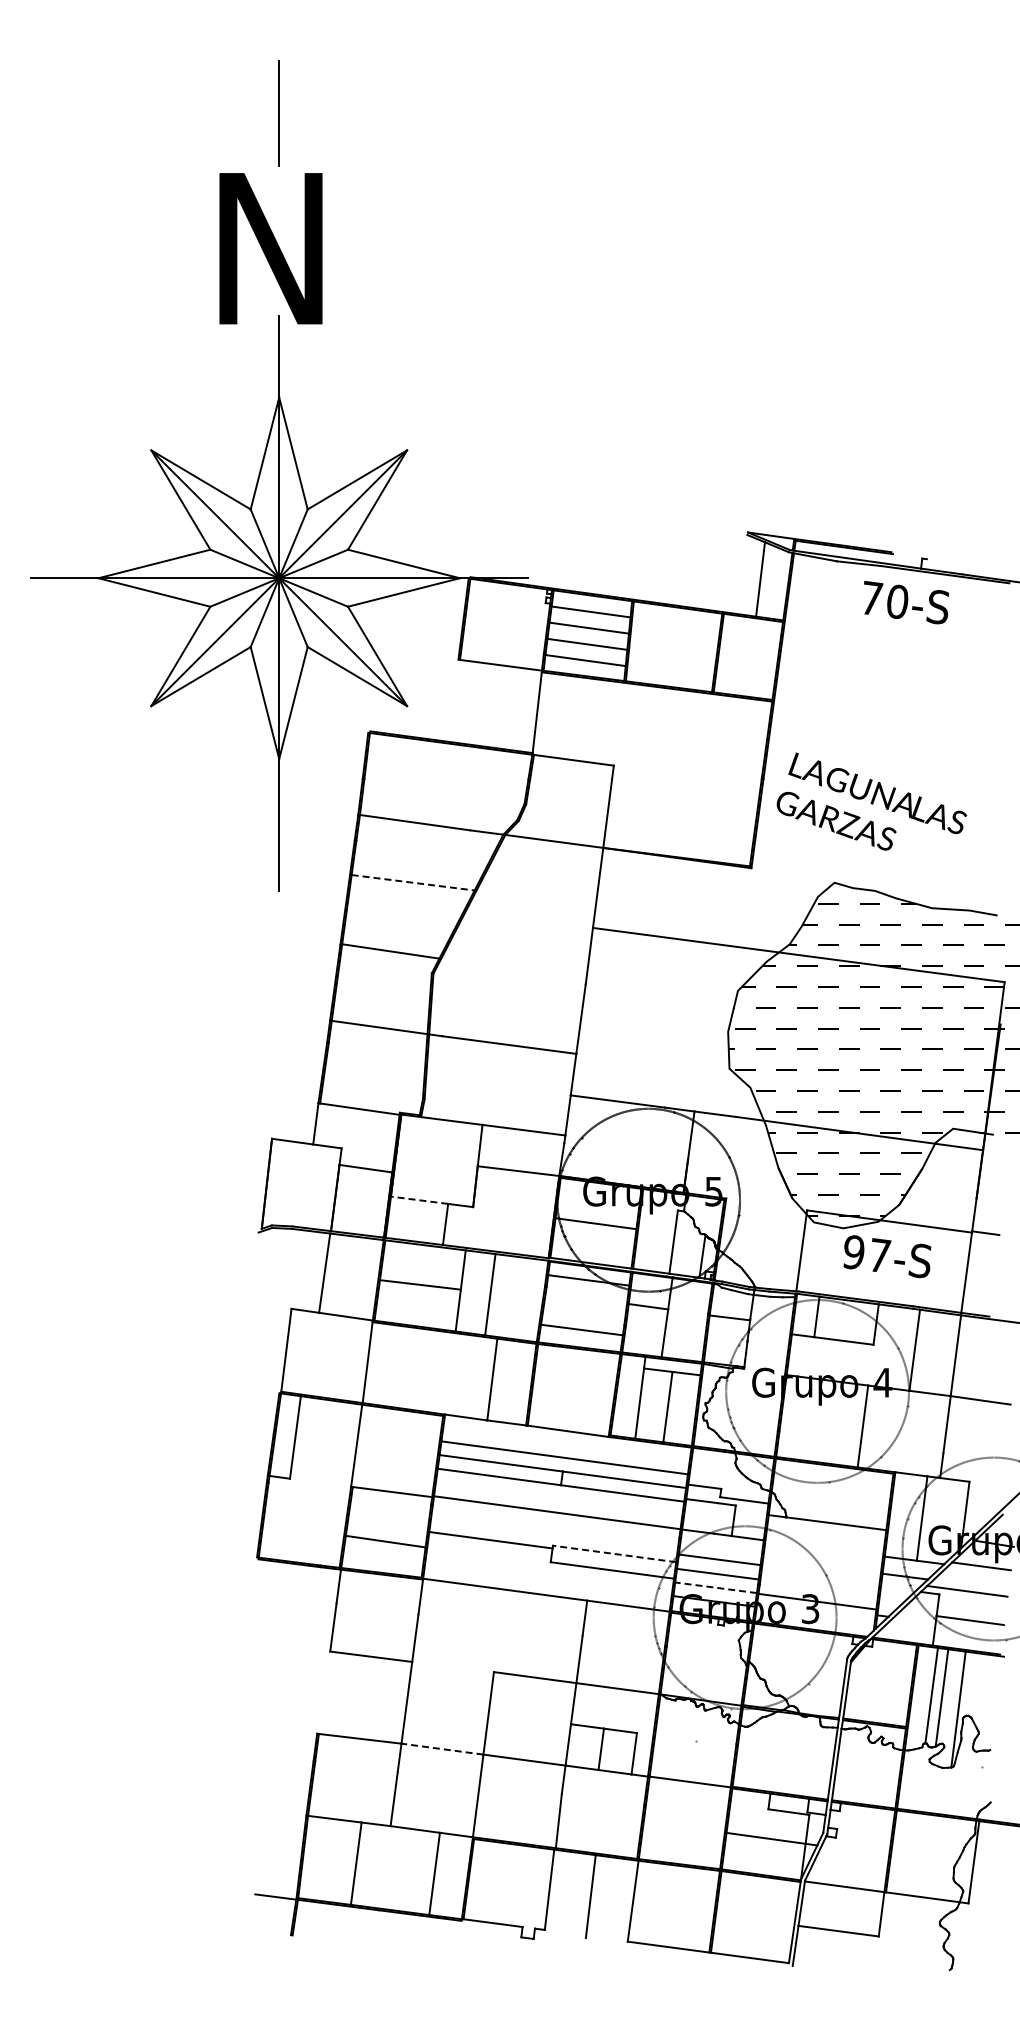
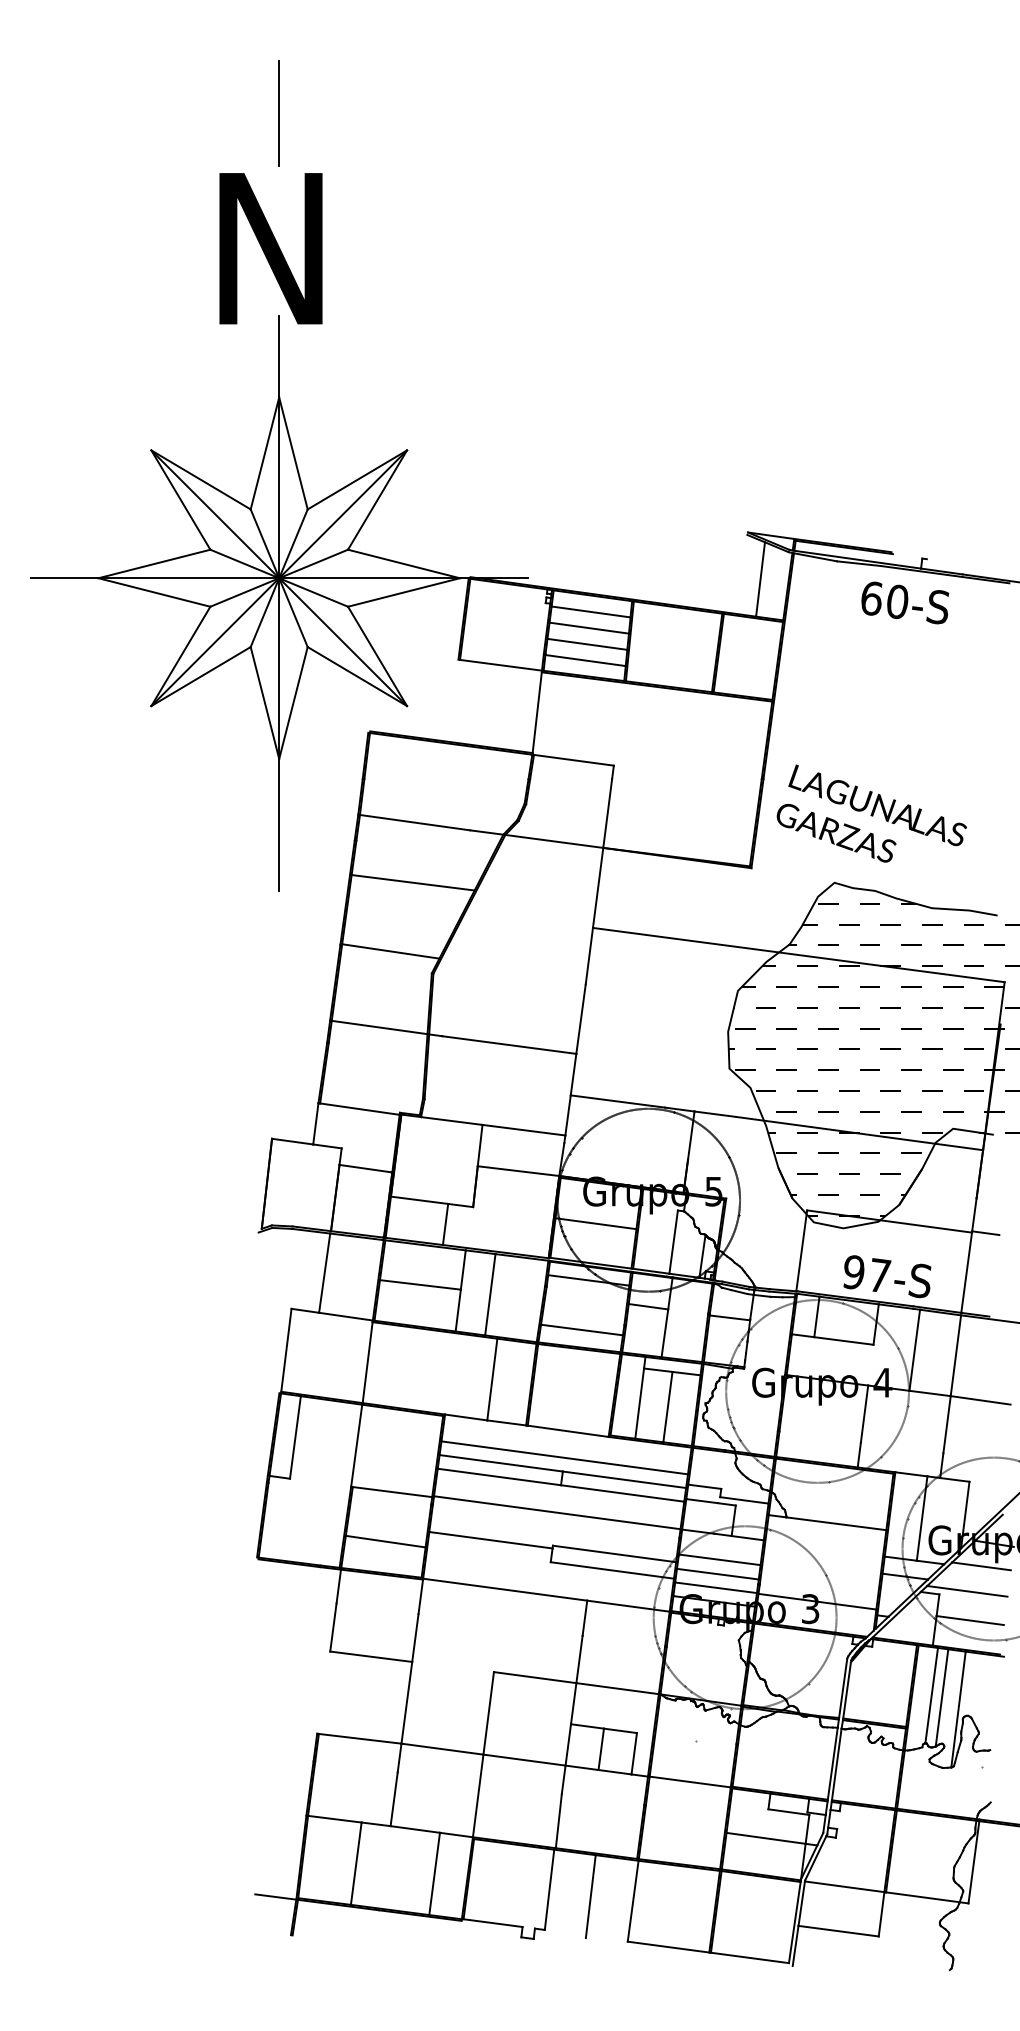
text at (872, 597): 70-S -> 60-S
text at (871, 801) position: (871, 801) -> (871, 813)
line at (413, 882): dashed -> solid
line at (419, 1200): dashed -> solid
text at (887, 1256) position: (887, 1256) -> (887, 1276)
line at (614, 1553): dashed -> solid
line at (715, 1587): dashed -> solid
line at (441, 1749): dashed -> solid
